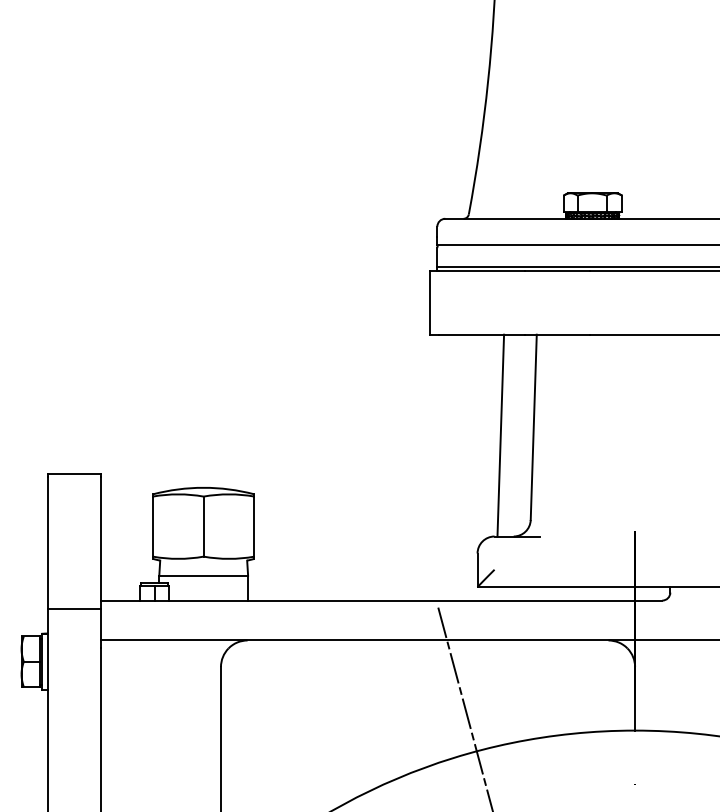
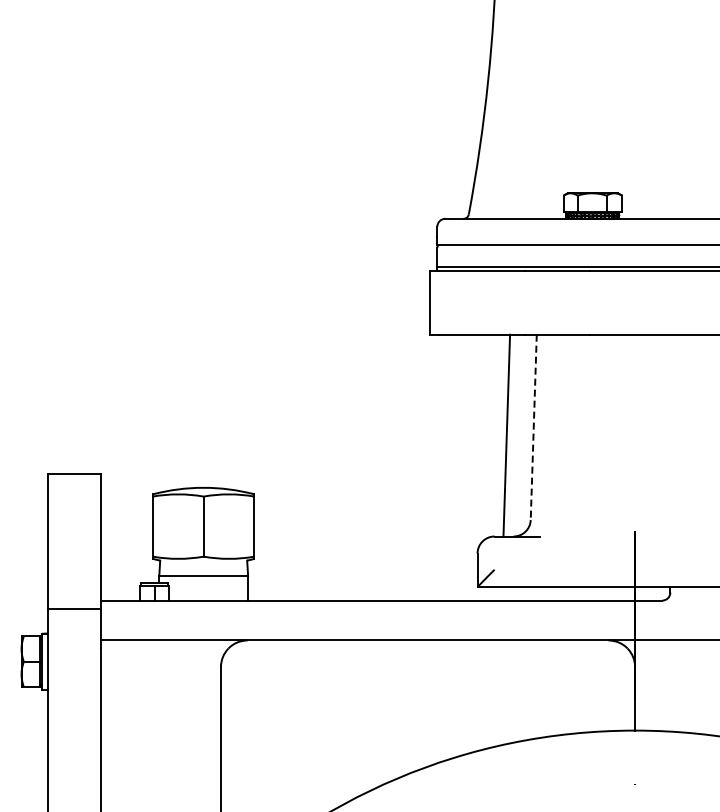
line at (533, 427): solid -> dashed
line at (500, 435) position: (500, 435) -> (506, 435)
line at (465, 707): present -> none
